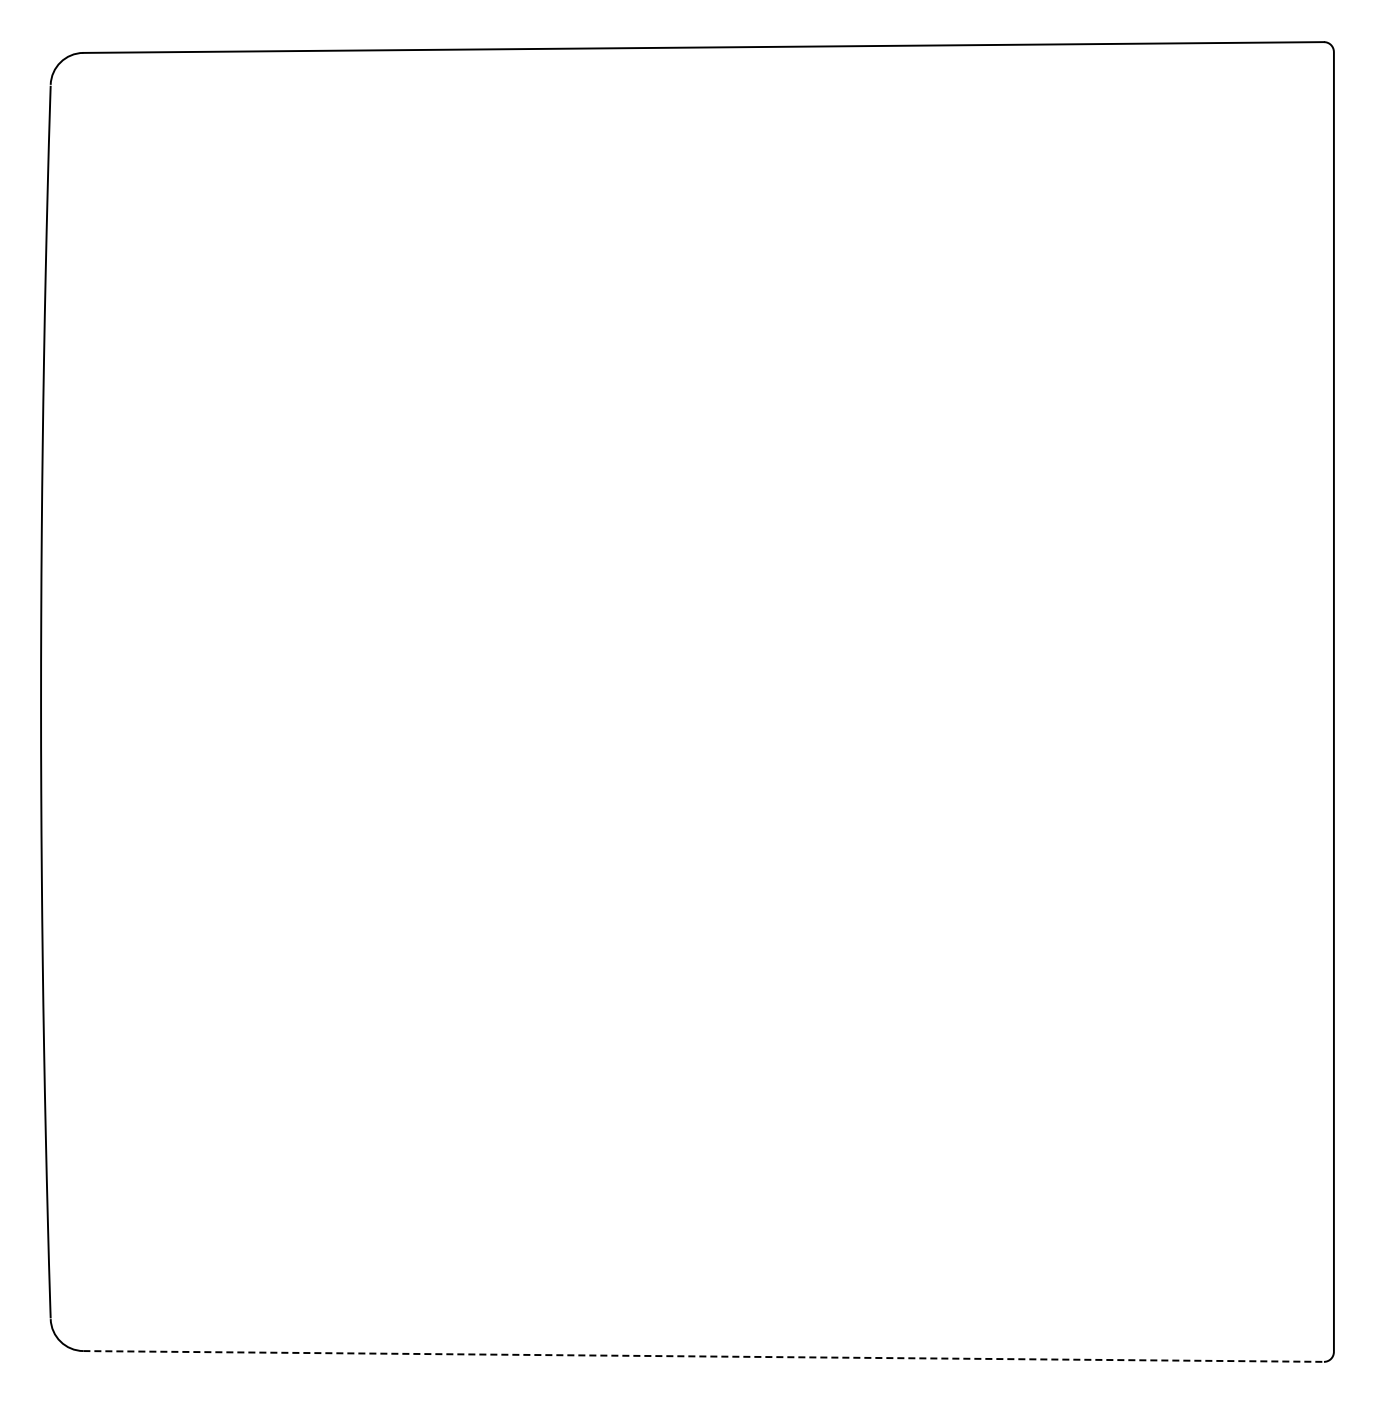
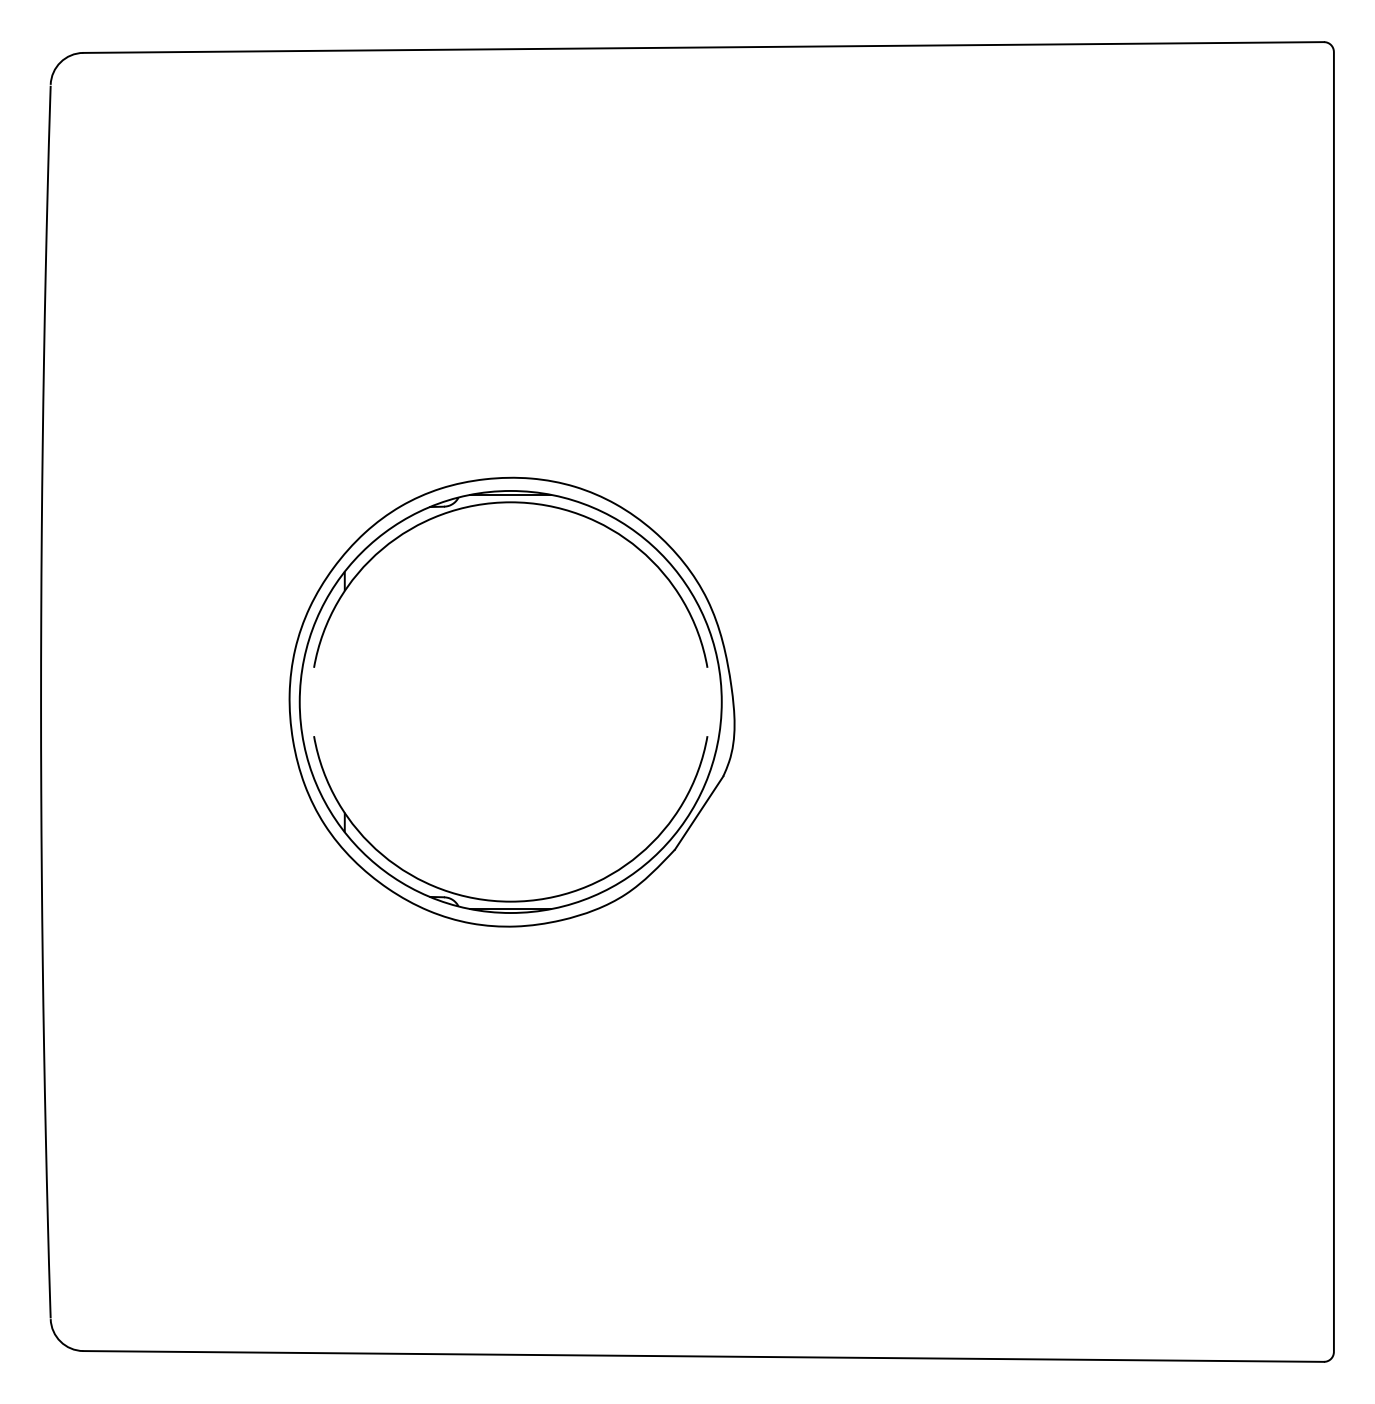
part at (511, 701): none -> present
line at (704, 1356): dashed -> solid
